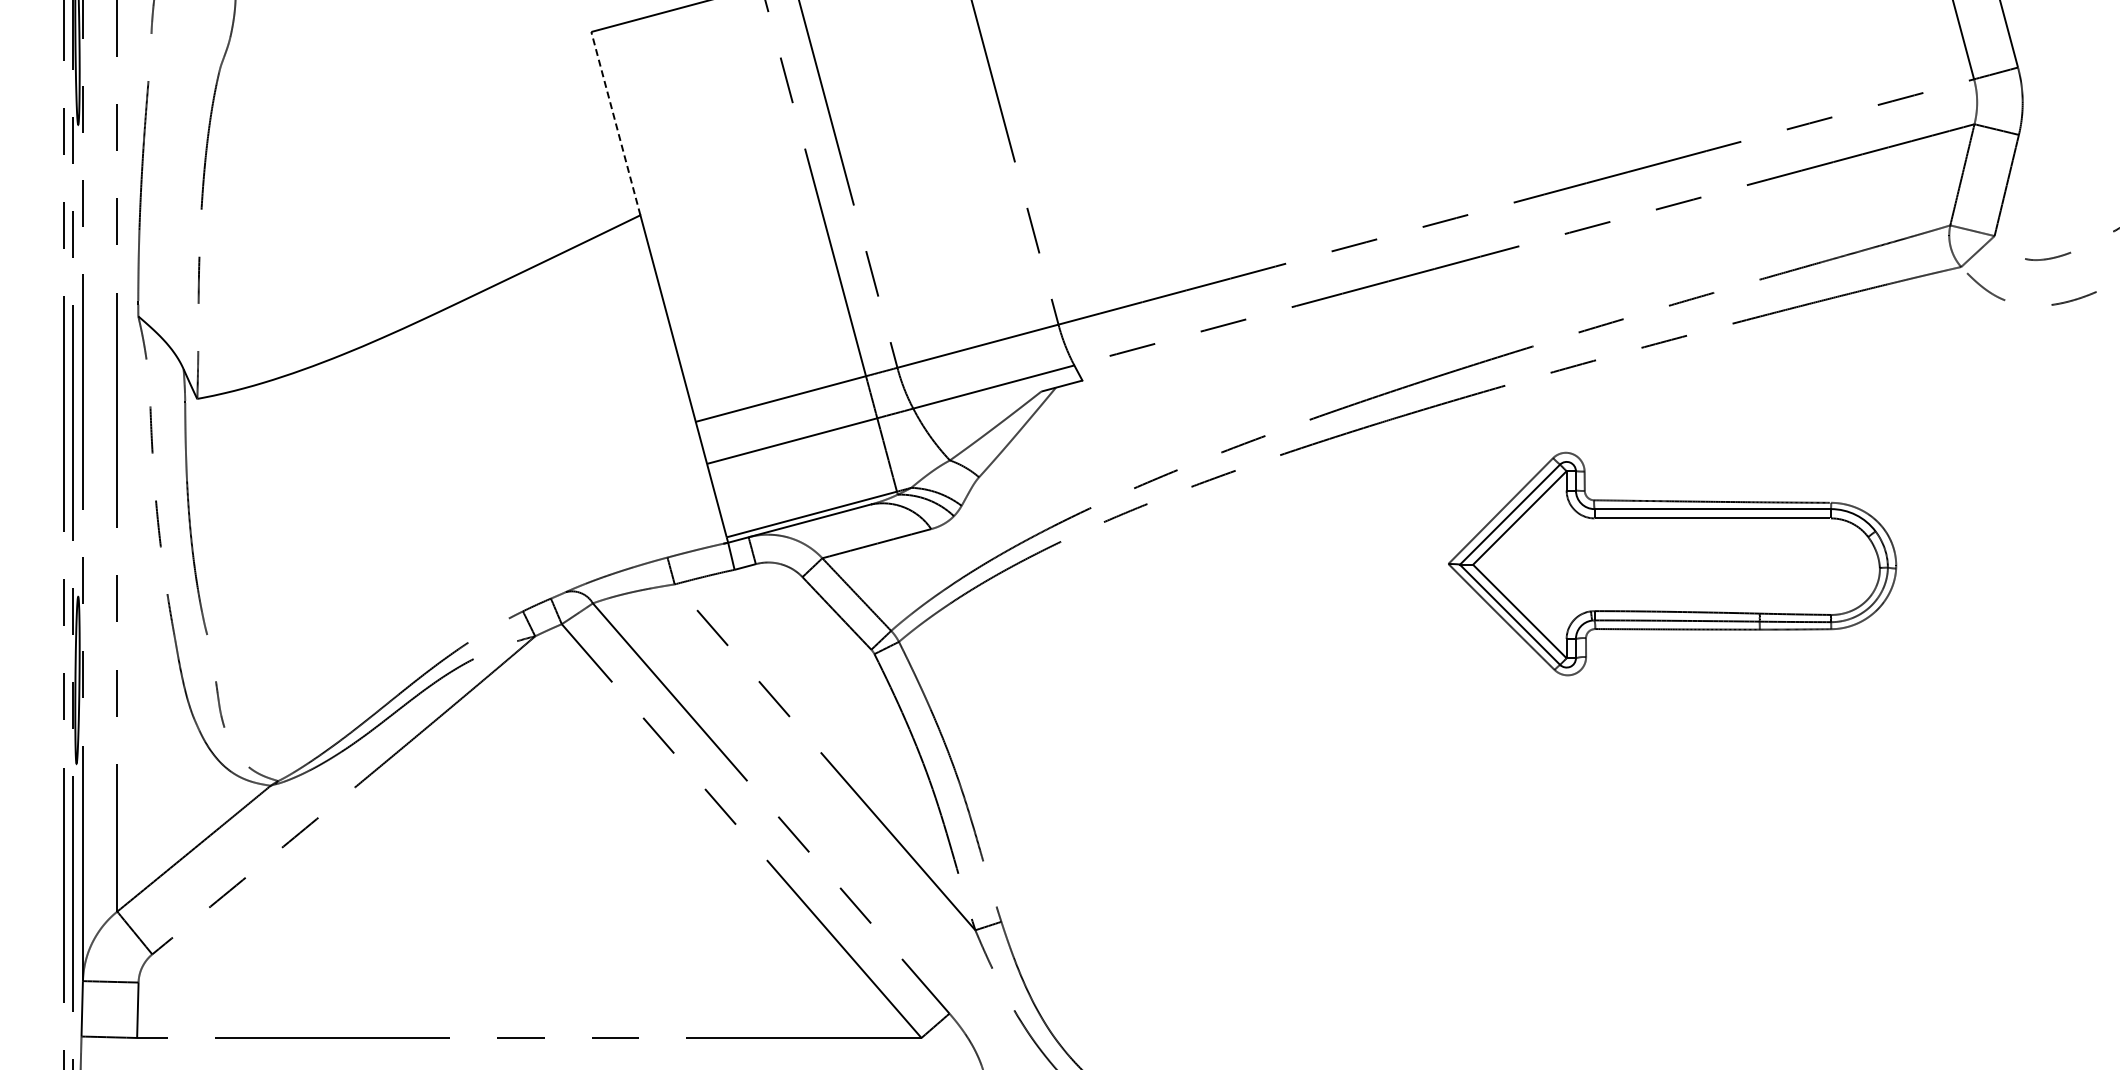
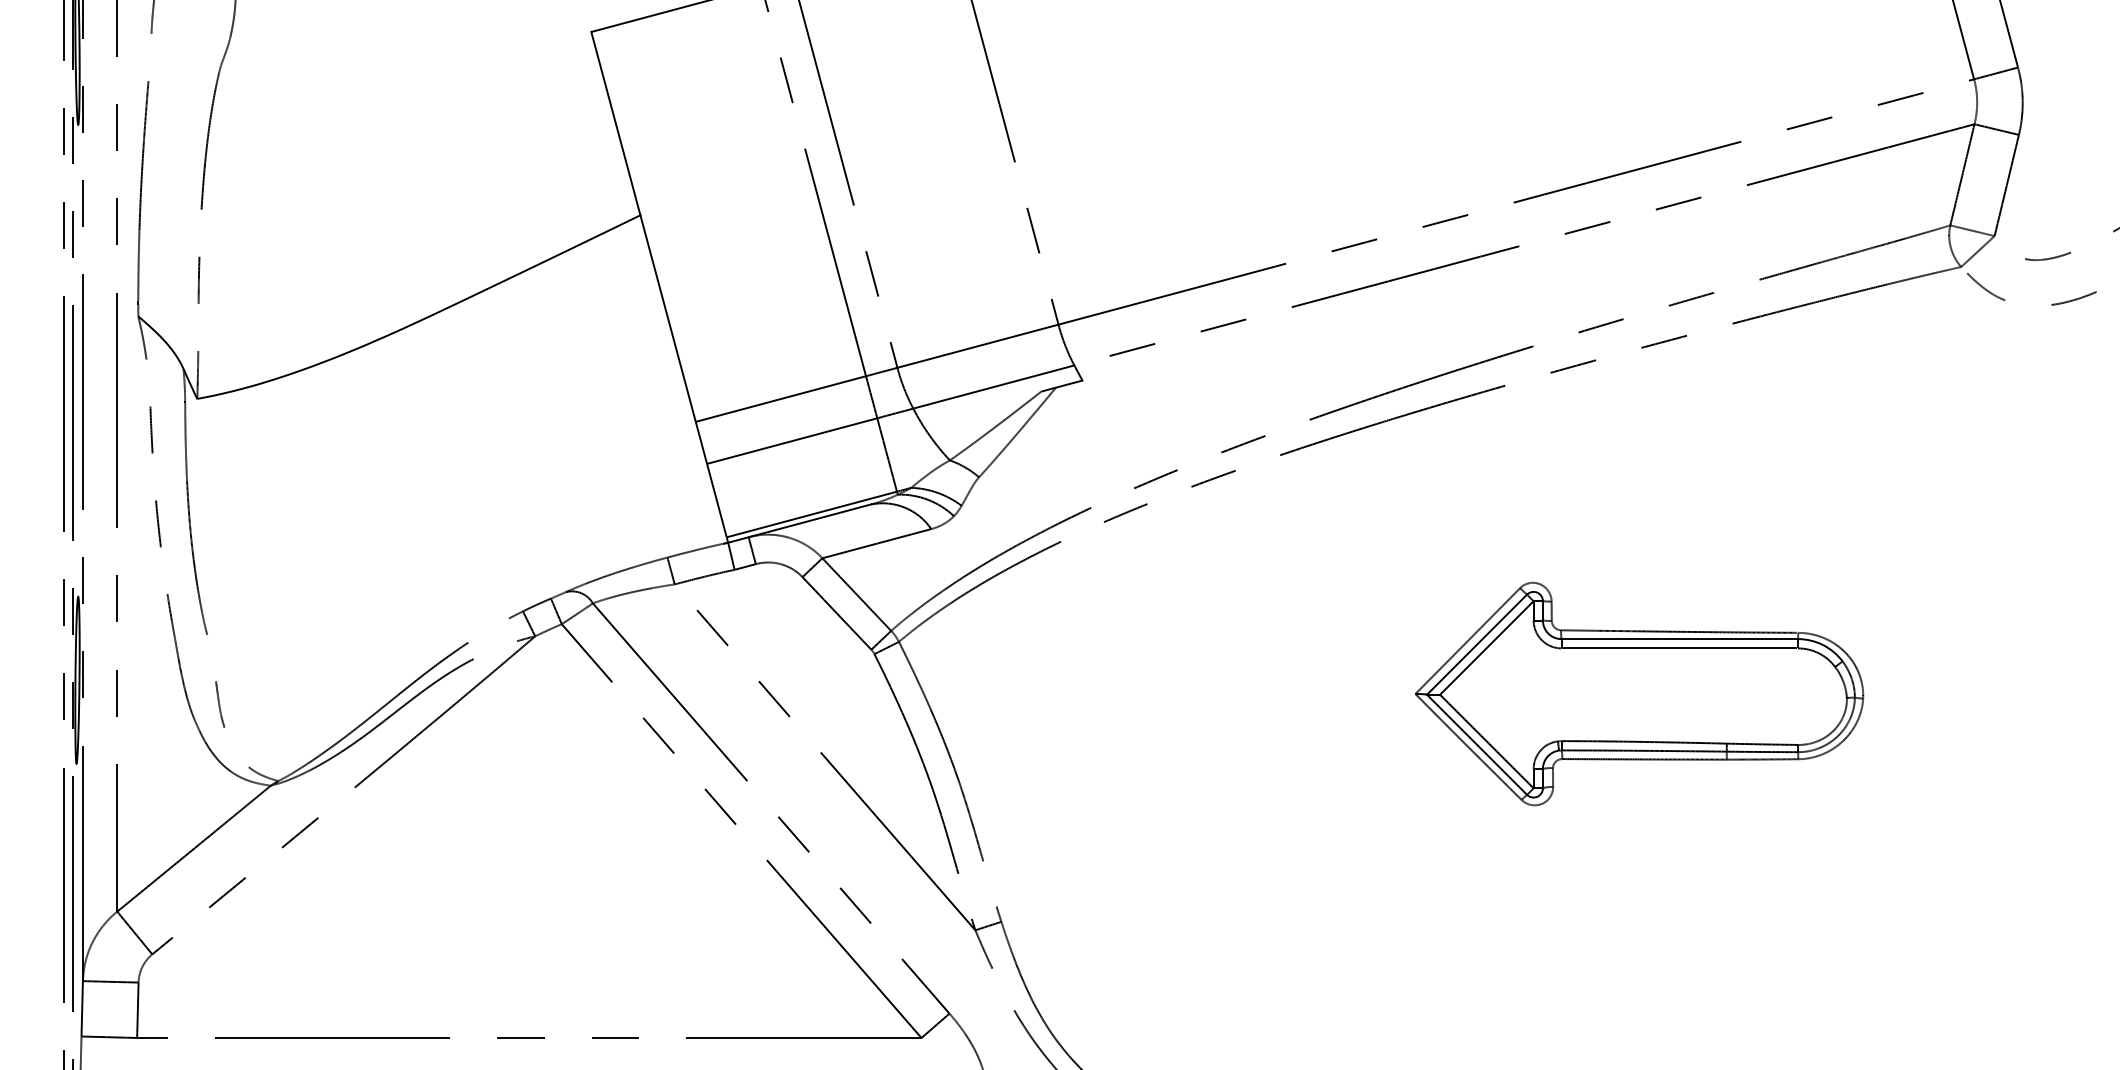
line at (615, 123): dashed -> solid
part at (1672, 563) position: (1672, 563) -> (1639, 693)
